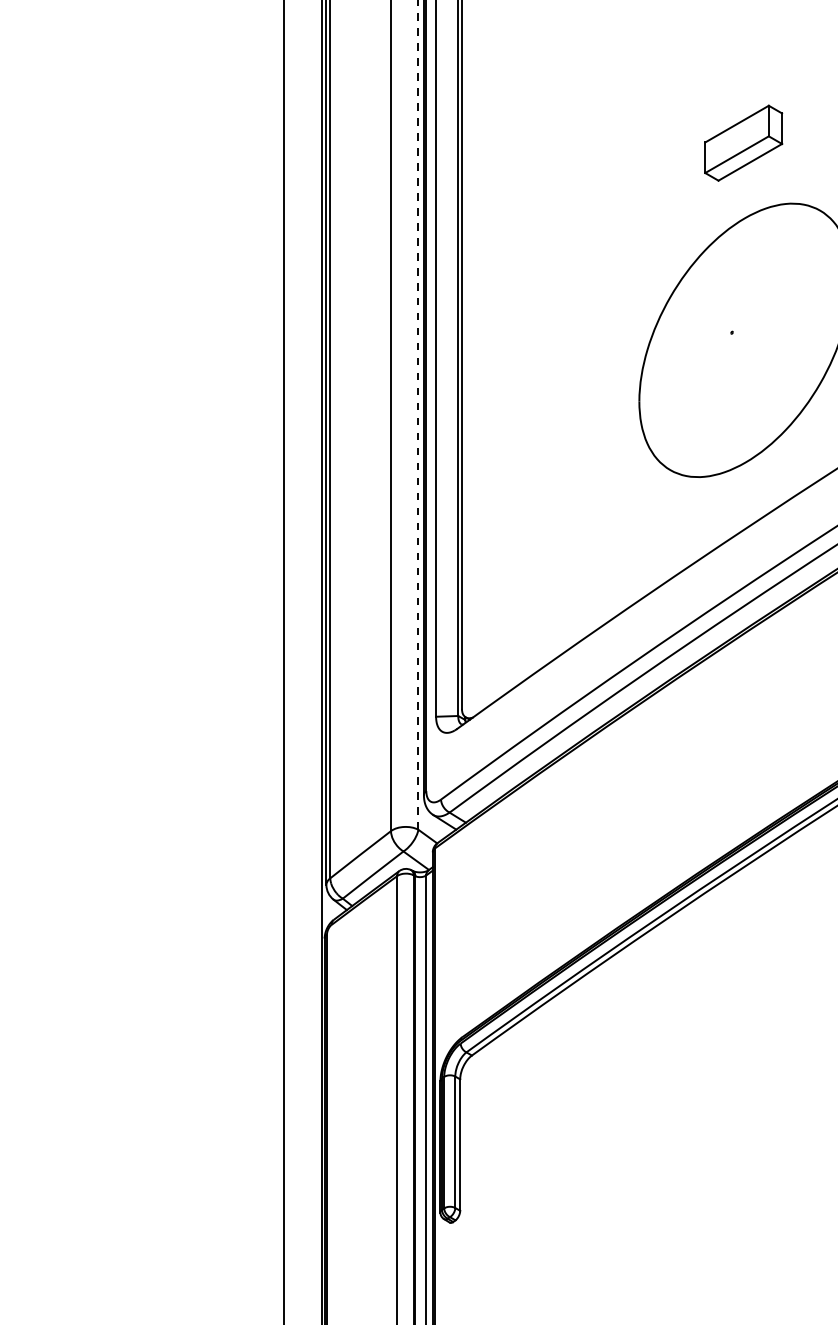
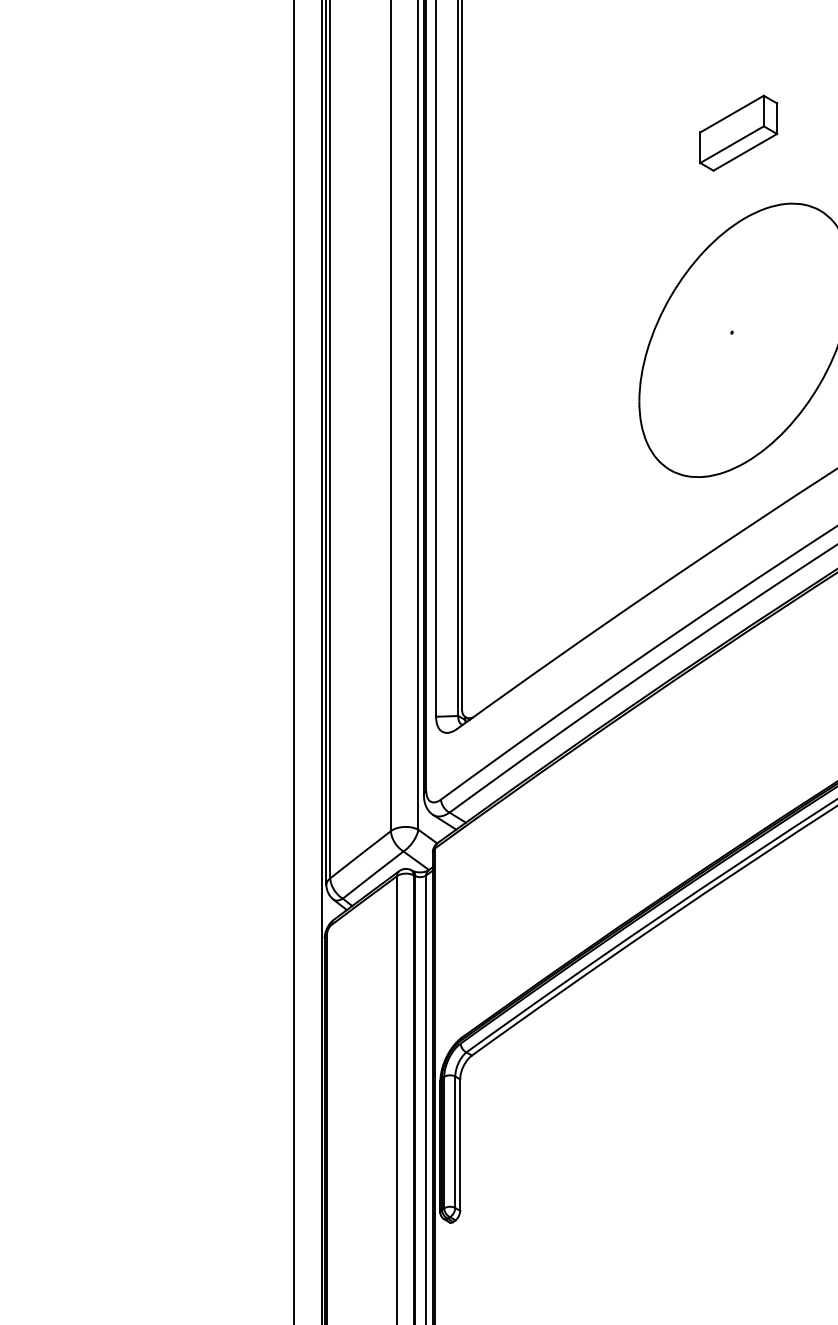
part at (743, 142) position: (743, 142) -> (738, 132)
line at (418, 414): dashed -> solid
line at (284, 661) position: (284, 661) -> (294, 661)
